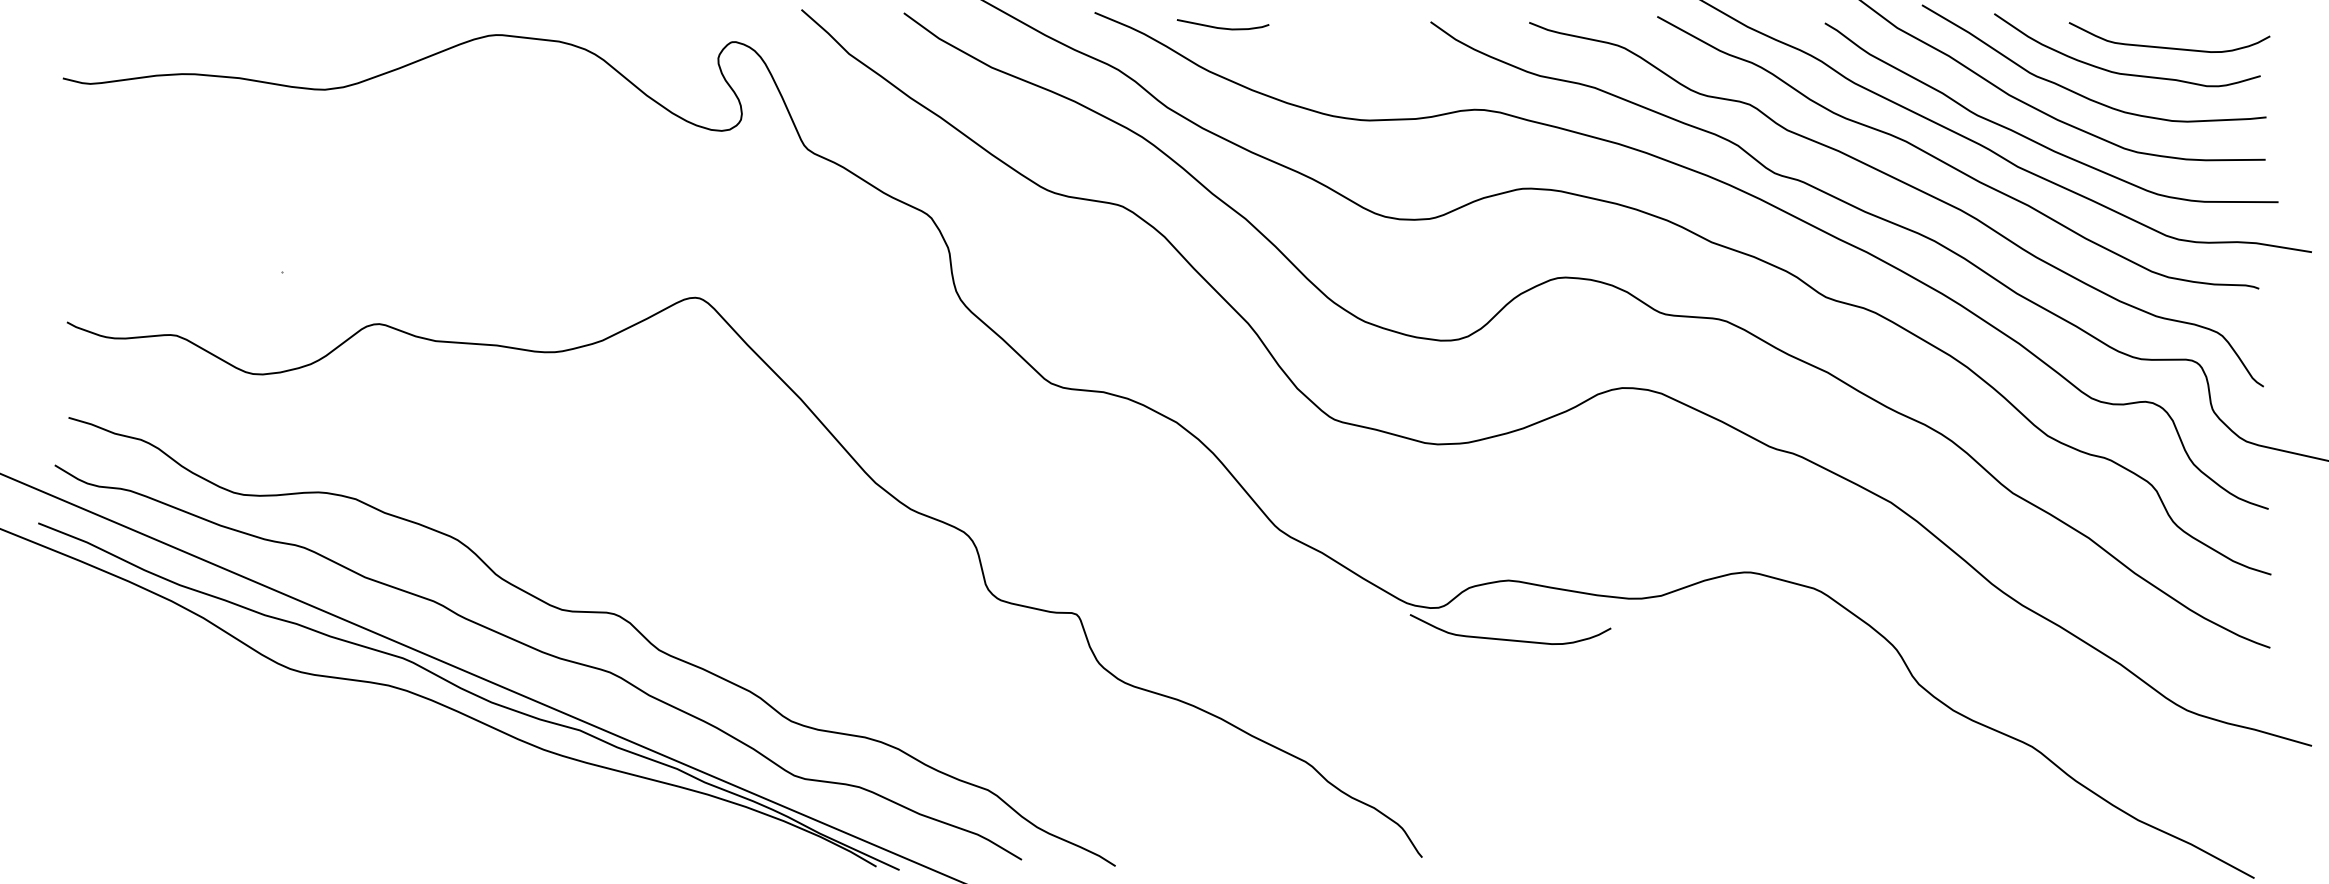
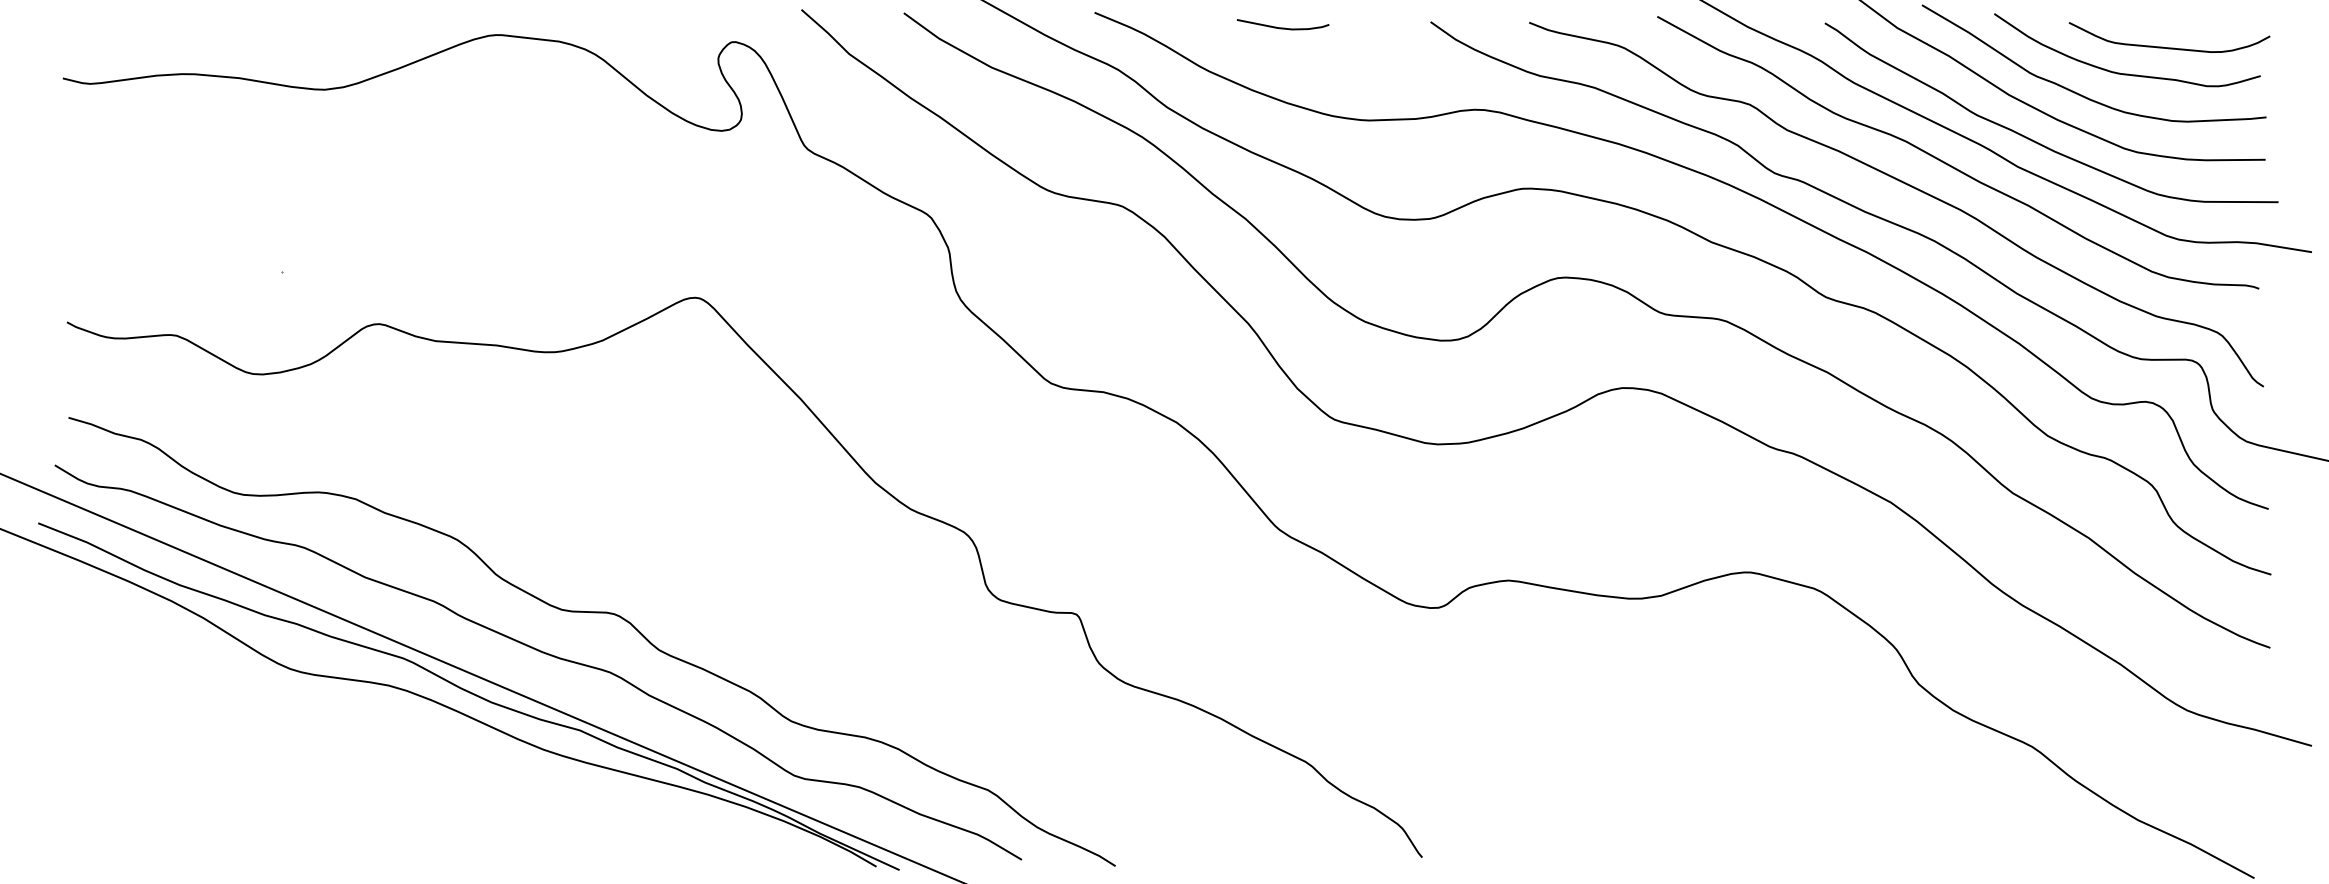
curve at (1222, 27) position: (1222, 27) -> (1282, 27)
curve at (1510, 639): present -> none
